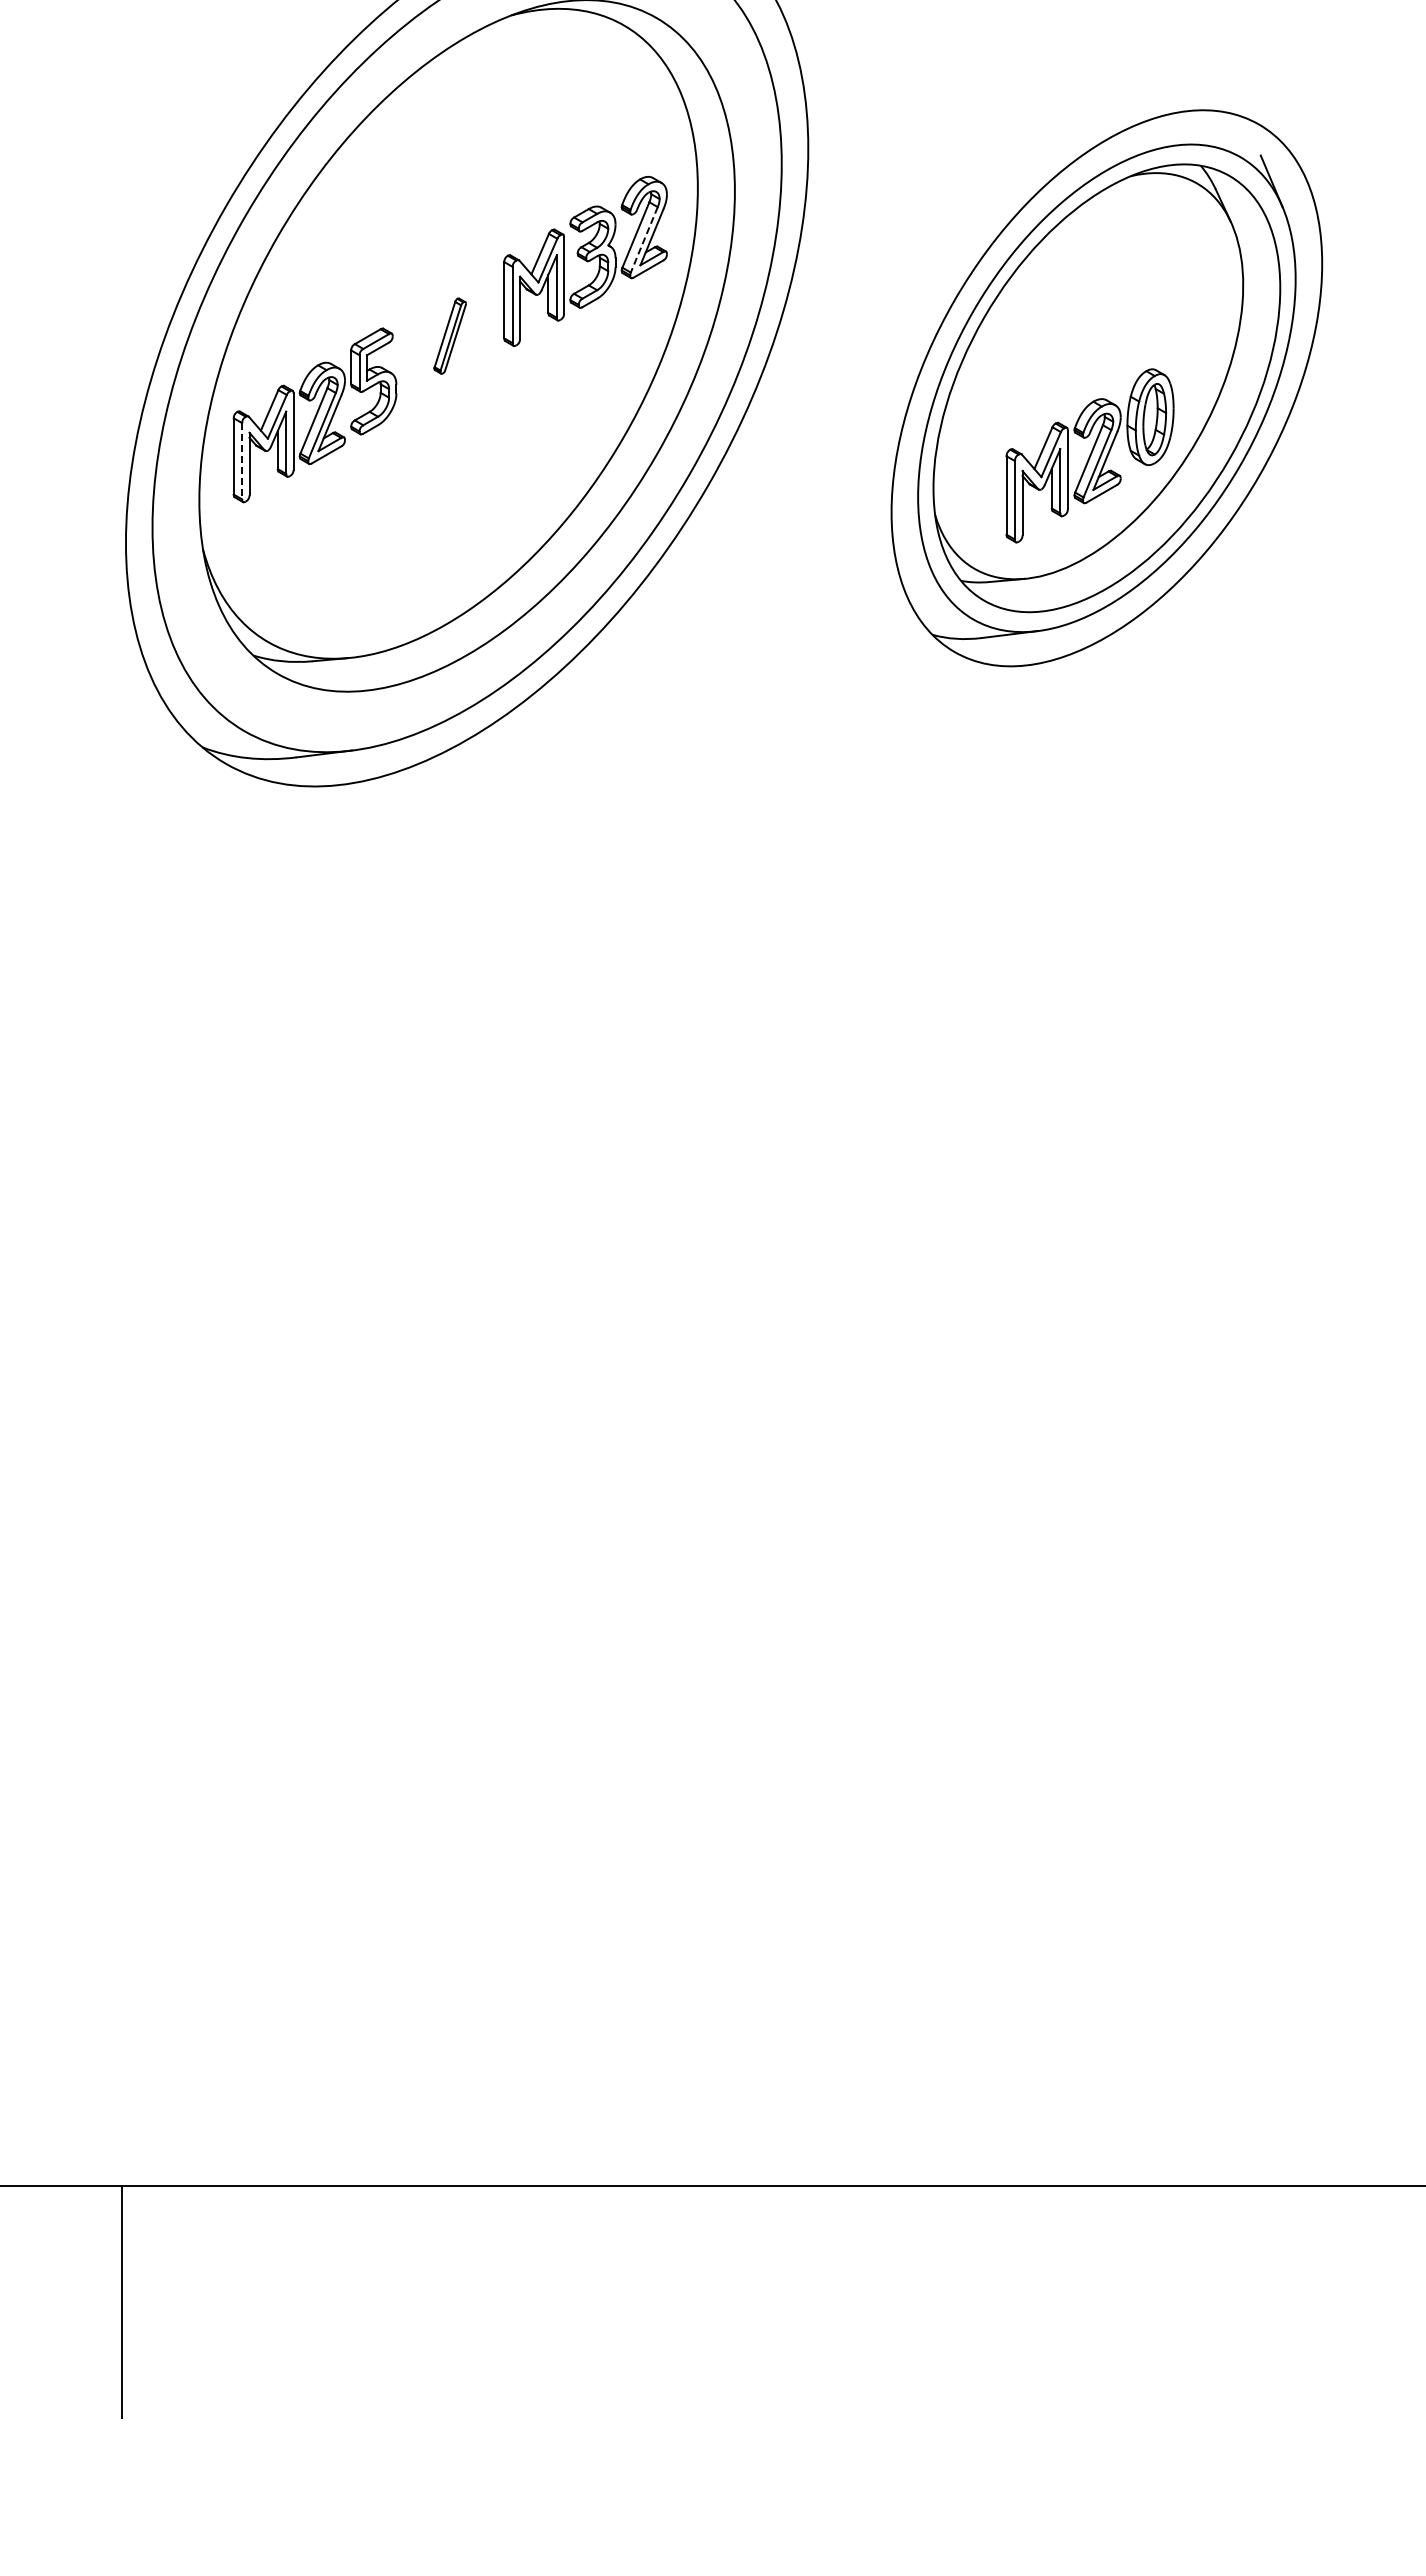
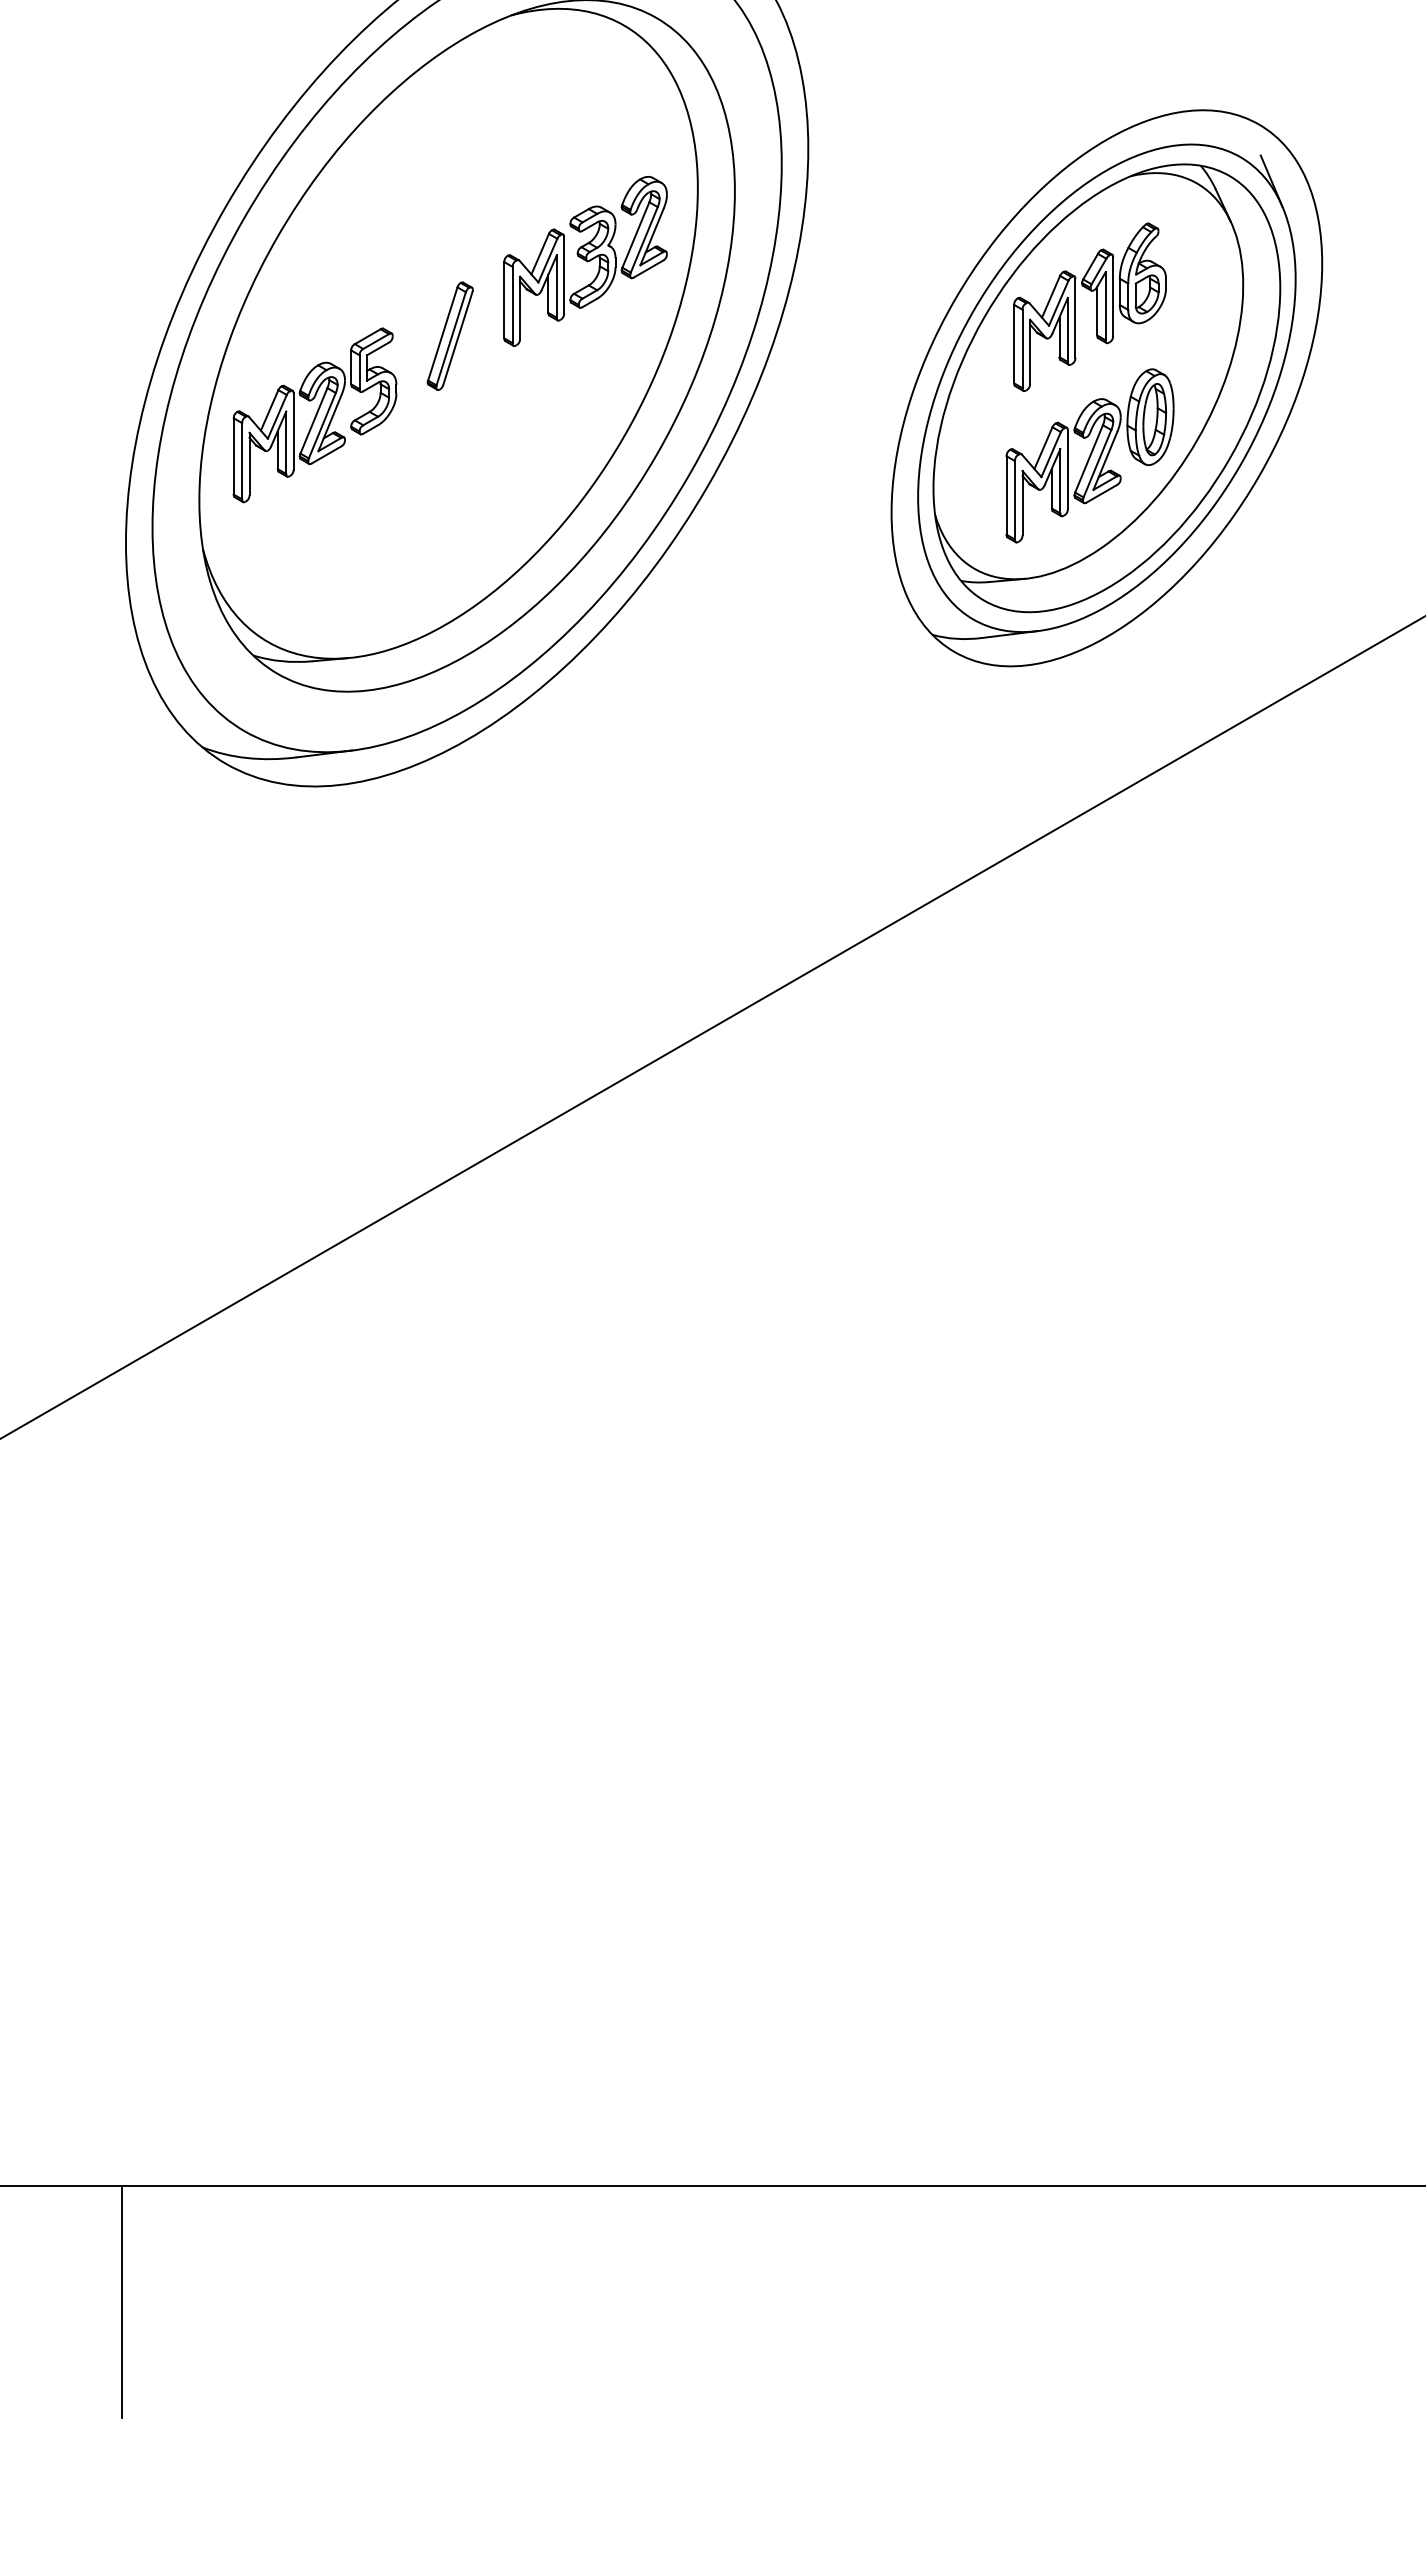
line at (644, 240): dashed -> solid
part at (1096, 306): none -> present
part at (449, 335) size: 34x78 px -> 48x110 px
line at (242, 461): dashed -> solid
line at (712, 1027): none -> present
